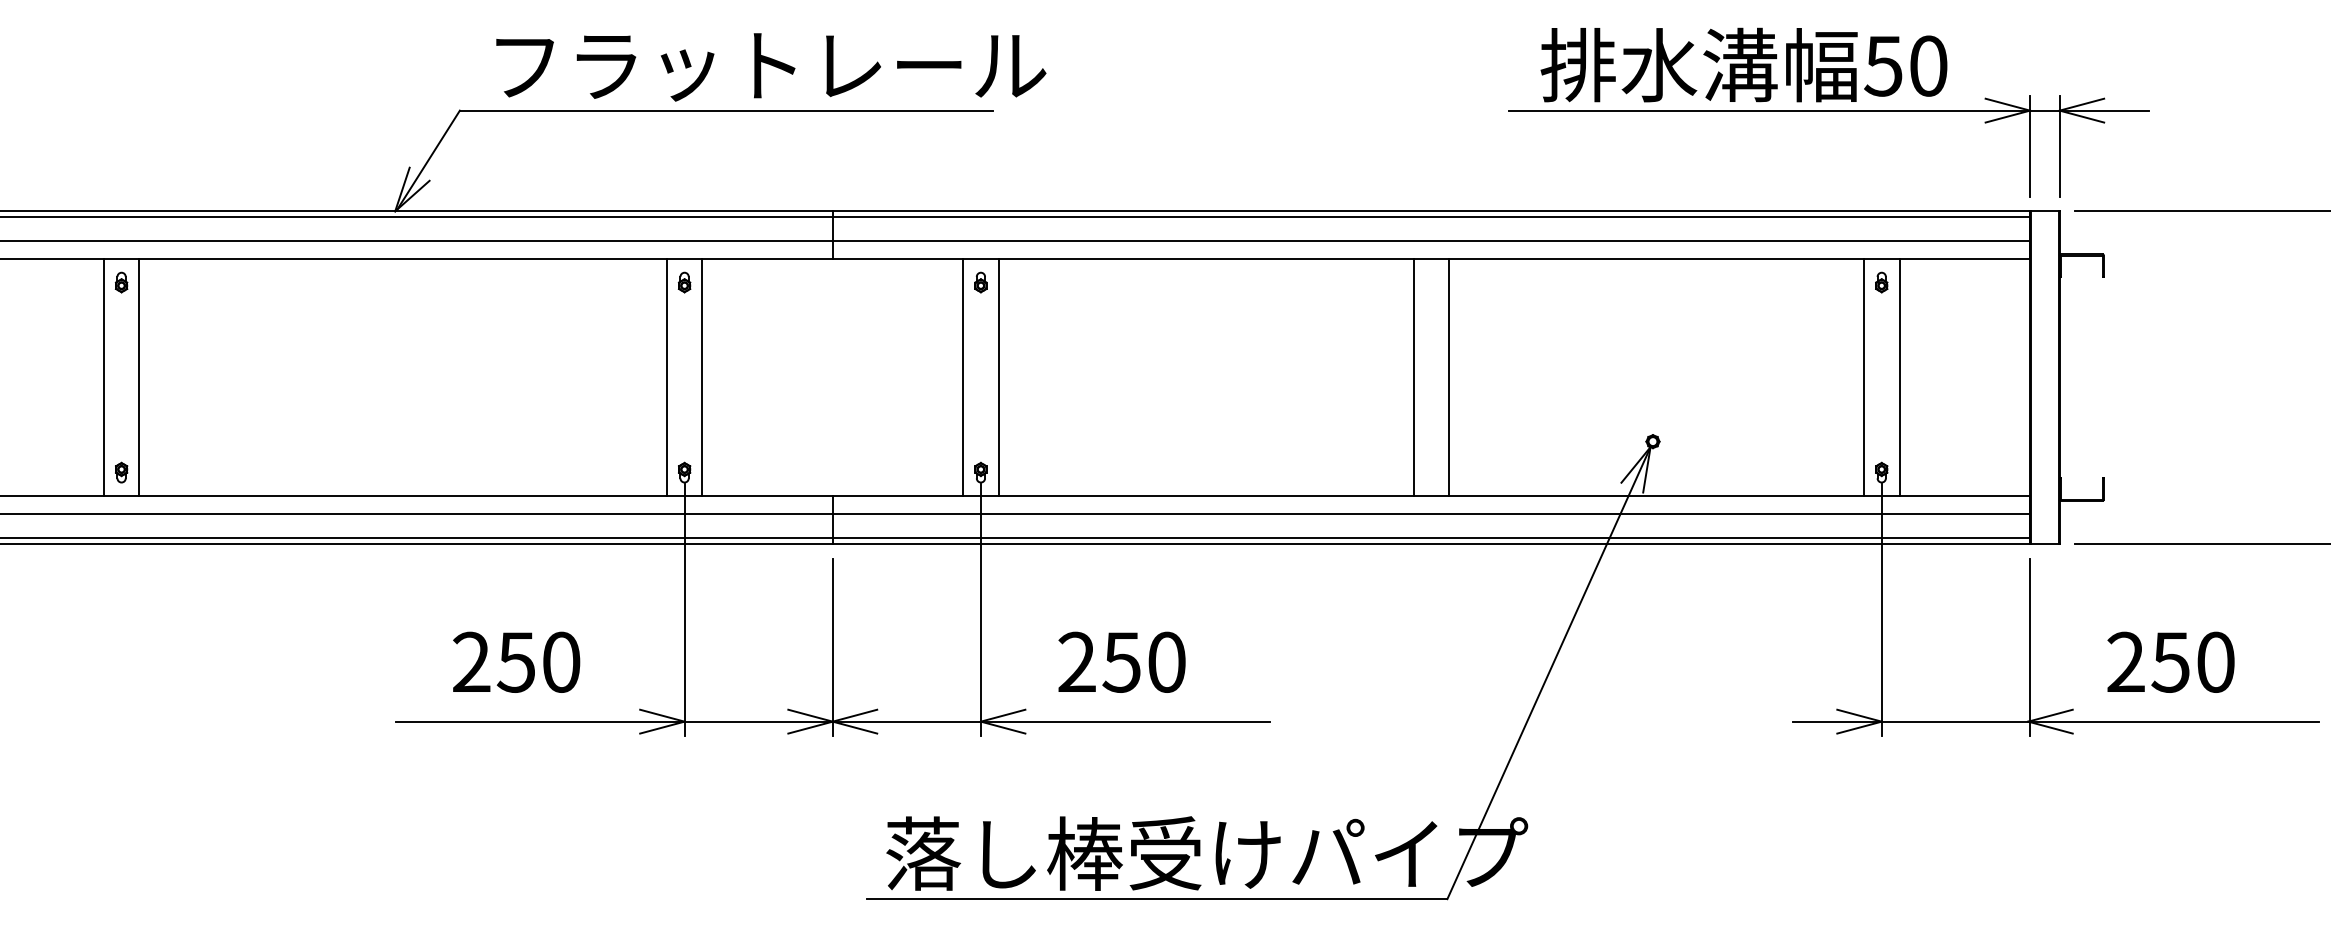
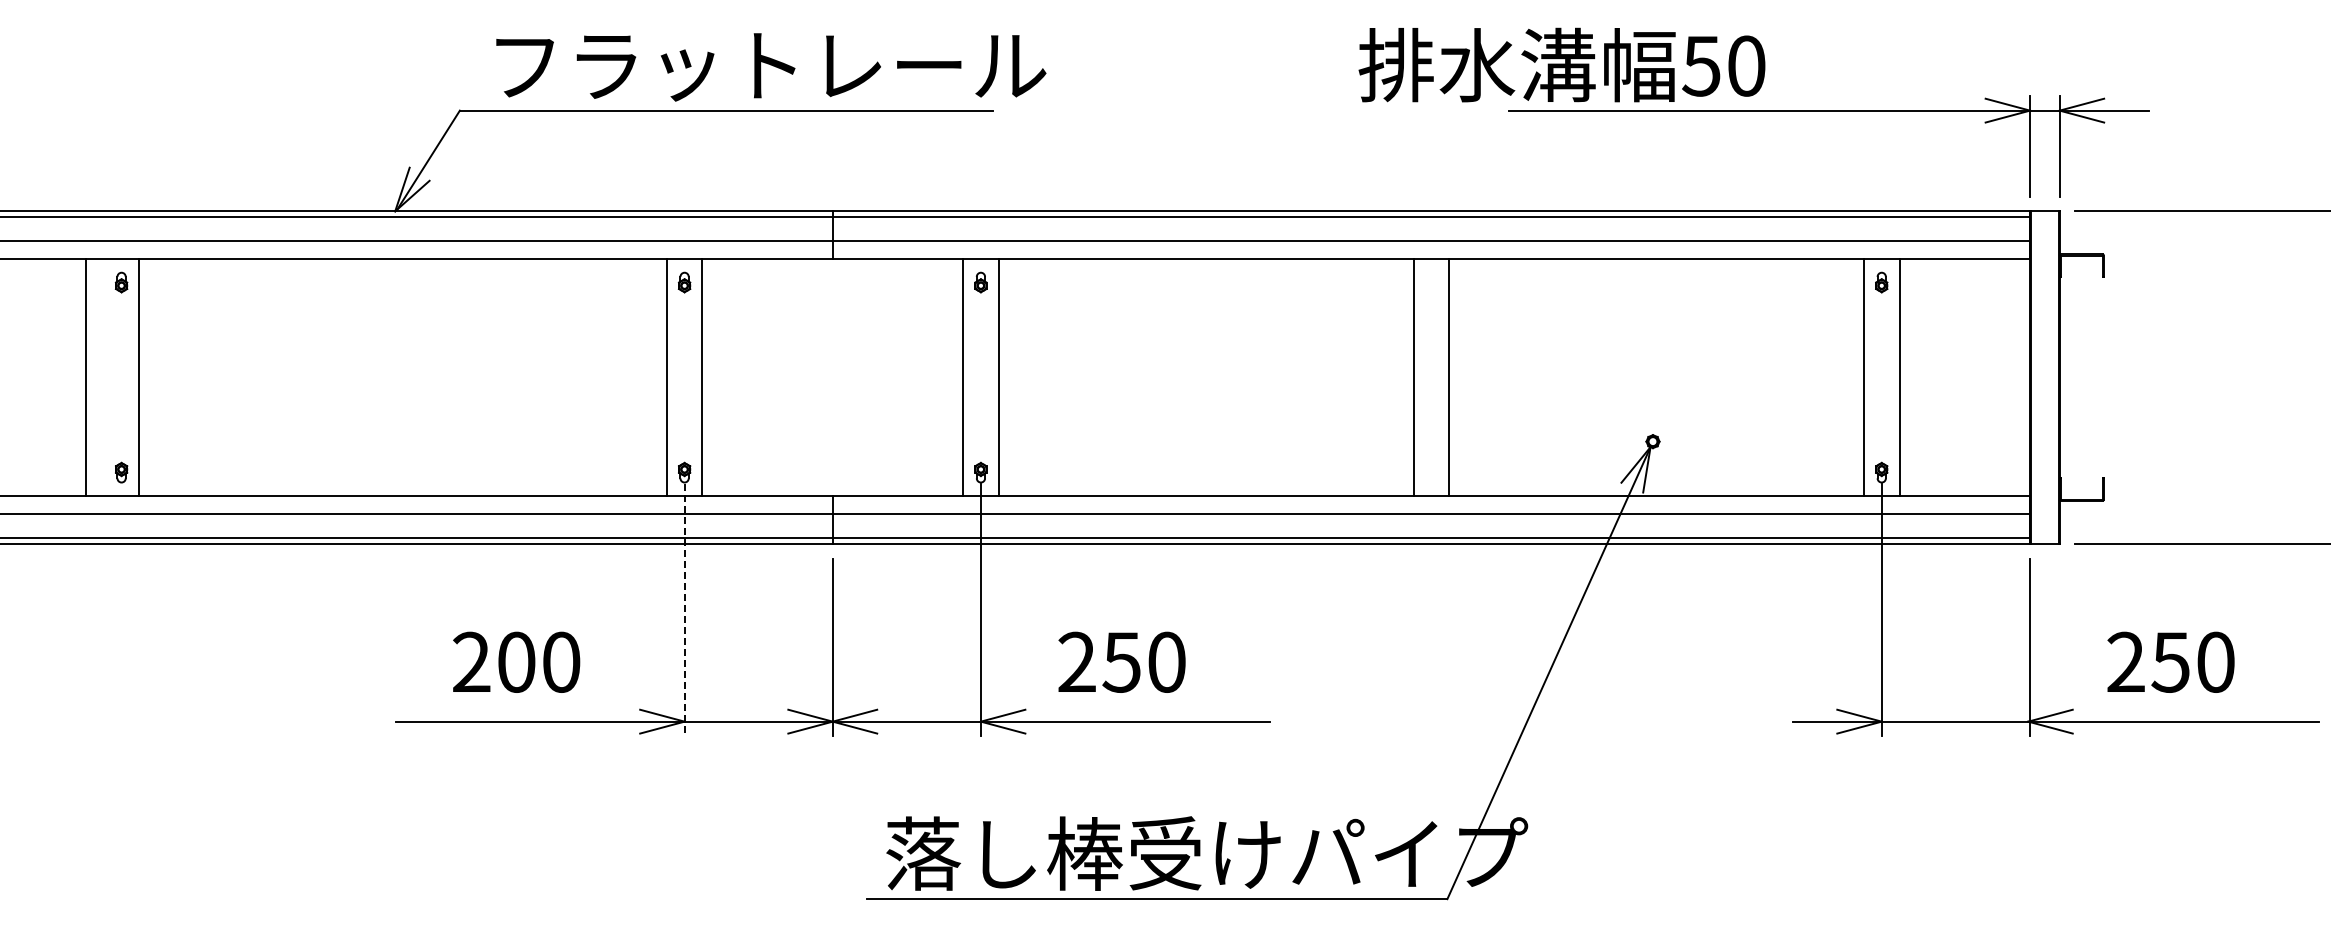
text at (1743, 64) position: (1743, 64) -> (1561, 64)
line at (103, 377) position: (103, 377) -> (85, 377)
line at (684, 610): solid -> dashed
text at (515, 661): 250 -> 200
